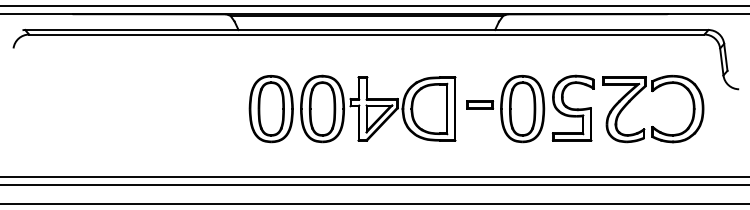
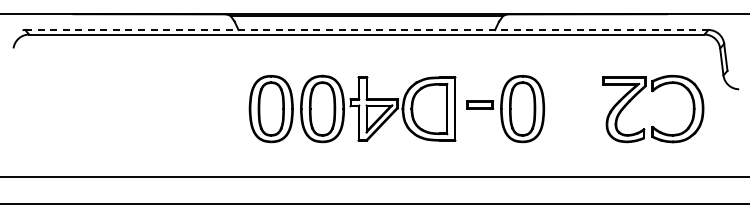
line at (374, 6): present -> none
line at (366, 30): solid -> dashed
part at (573, 107): present -> none
line at (374, 184): present -> none
